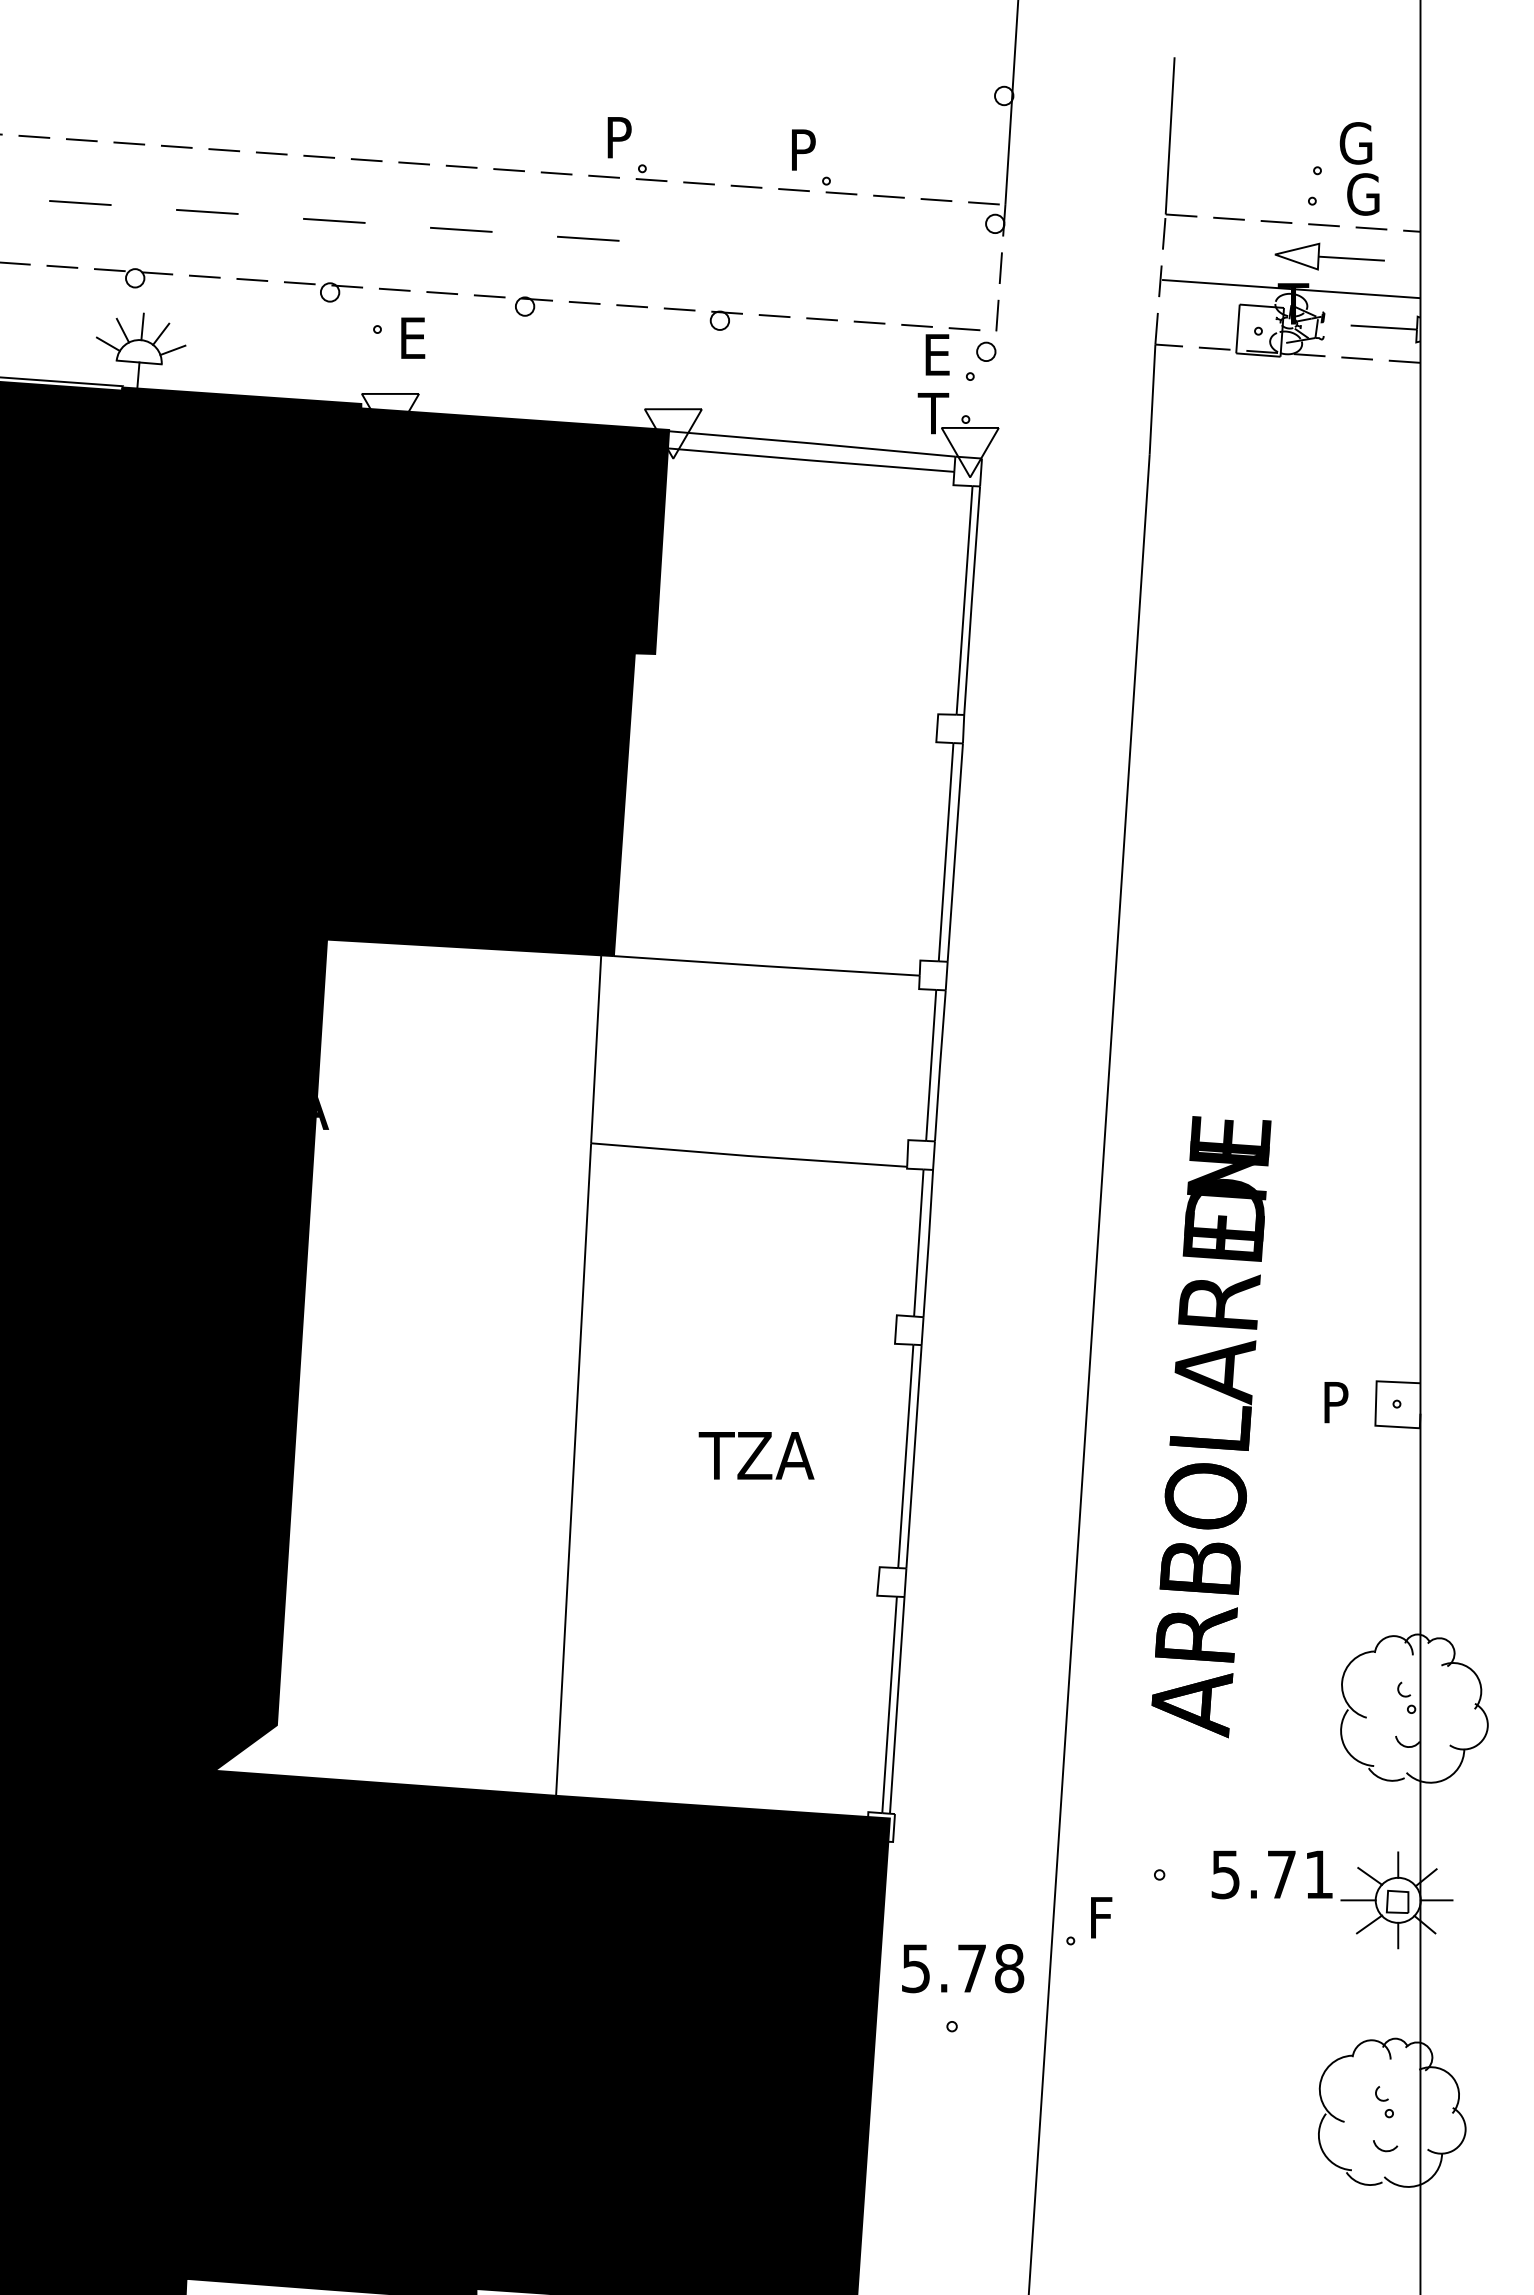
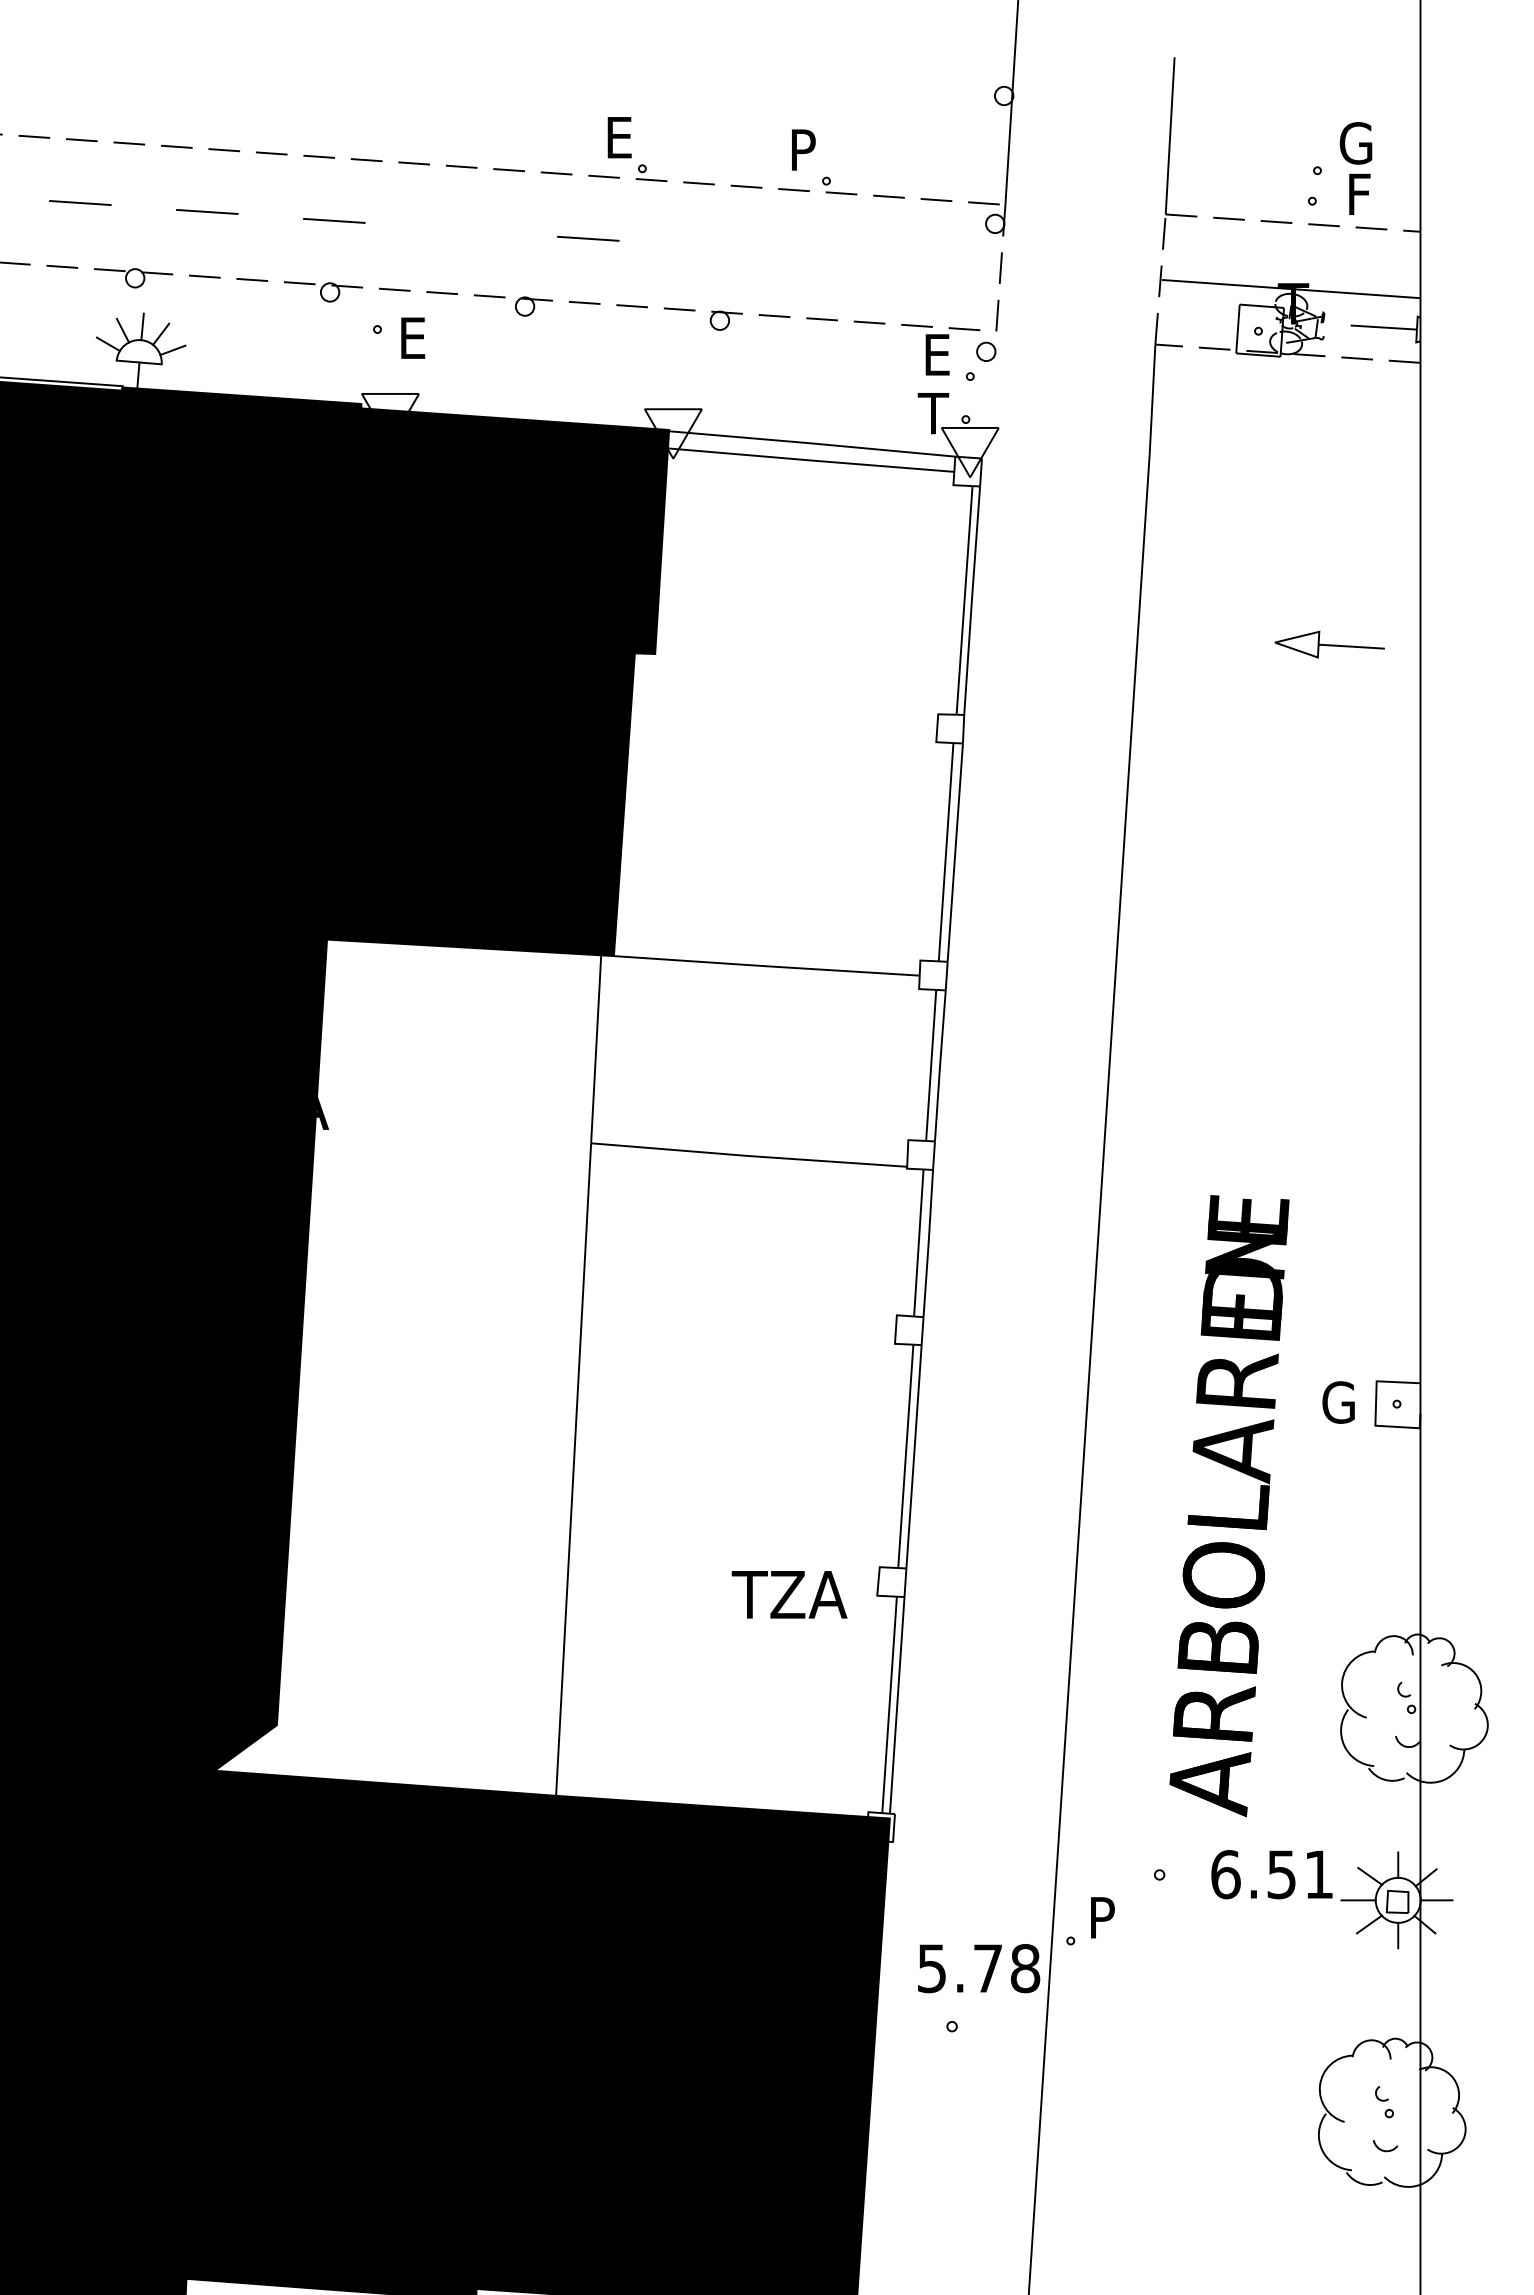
text at (621, 137): P -> E
text at (1363, 194): G -> F
line at (461, 229): present -> none
part at (1329, 256) position: (1329, 256) -> (1329, 644)
text at (1338, 1402): P -> G
text at (1211, 1427) position: (1211, 1427) -> (1229, 1506)
text at (756, 1455) position: (756, 1455) -> (789, 1594)
text at (1253, 1874): 5.71 -> 6.51
text at (1105, 1909): F -> P
text at (963, 1968) position: (963, 1968) -> (979, 1968)
